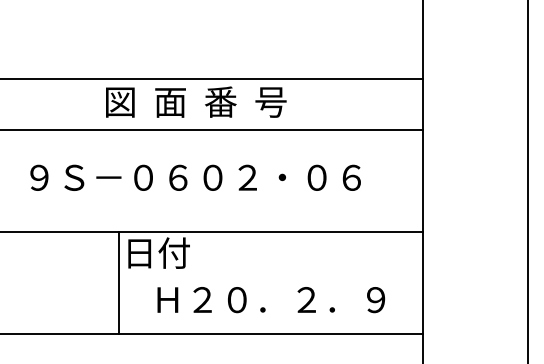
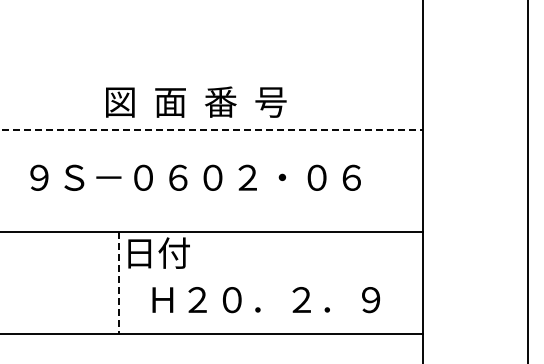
line at (212, 79): present -> none
line at (212, 130): solid -> dashed
line at (119, 282): solid -> dashed
text at (270, 300) position: (270, 300) -> (265, 300)
